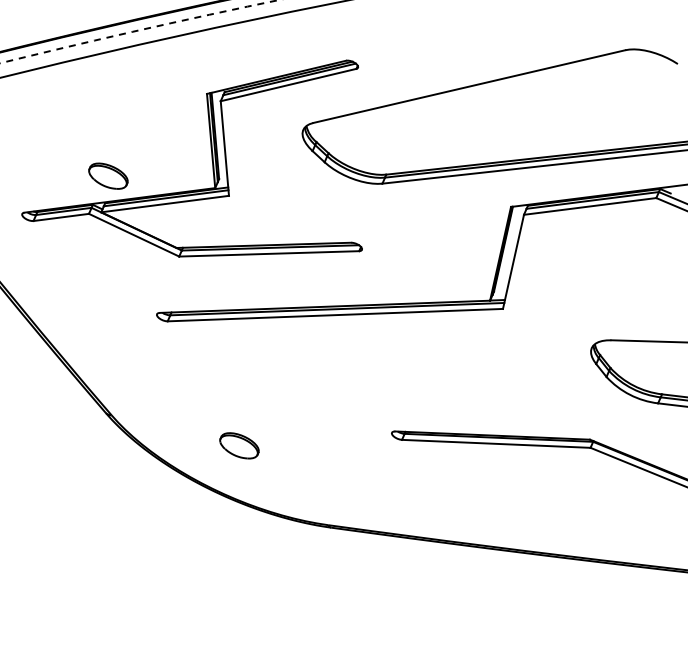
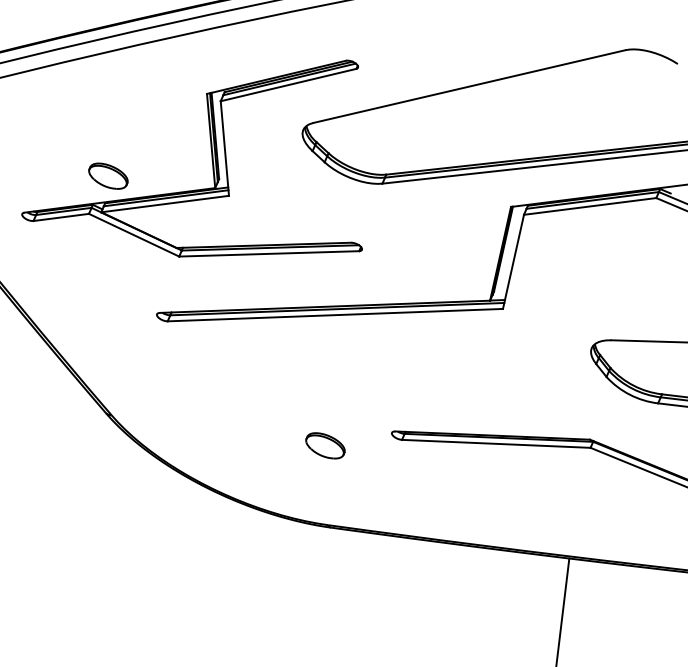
arc at (139, 30): dashed -> solid
part at (239, 445) position: (239, 445) -> (325, 445)
line at (562, 610): none -> present
